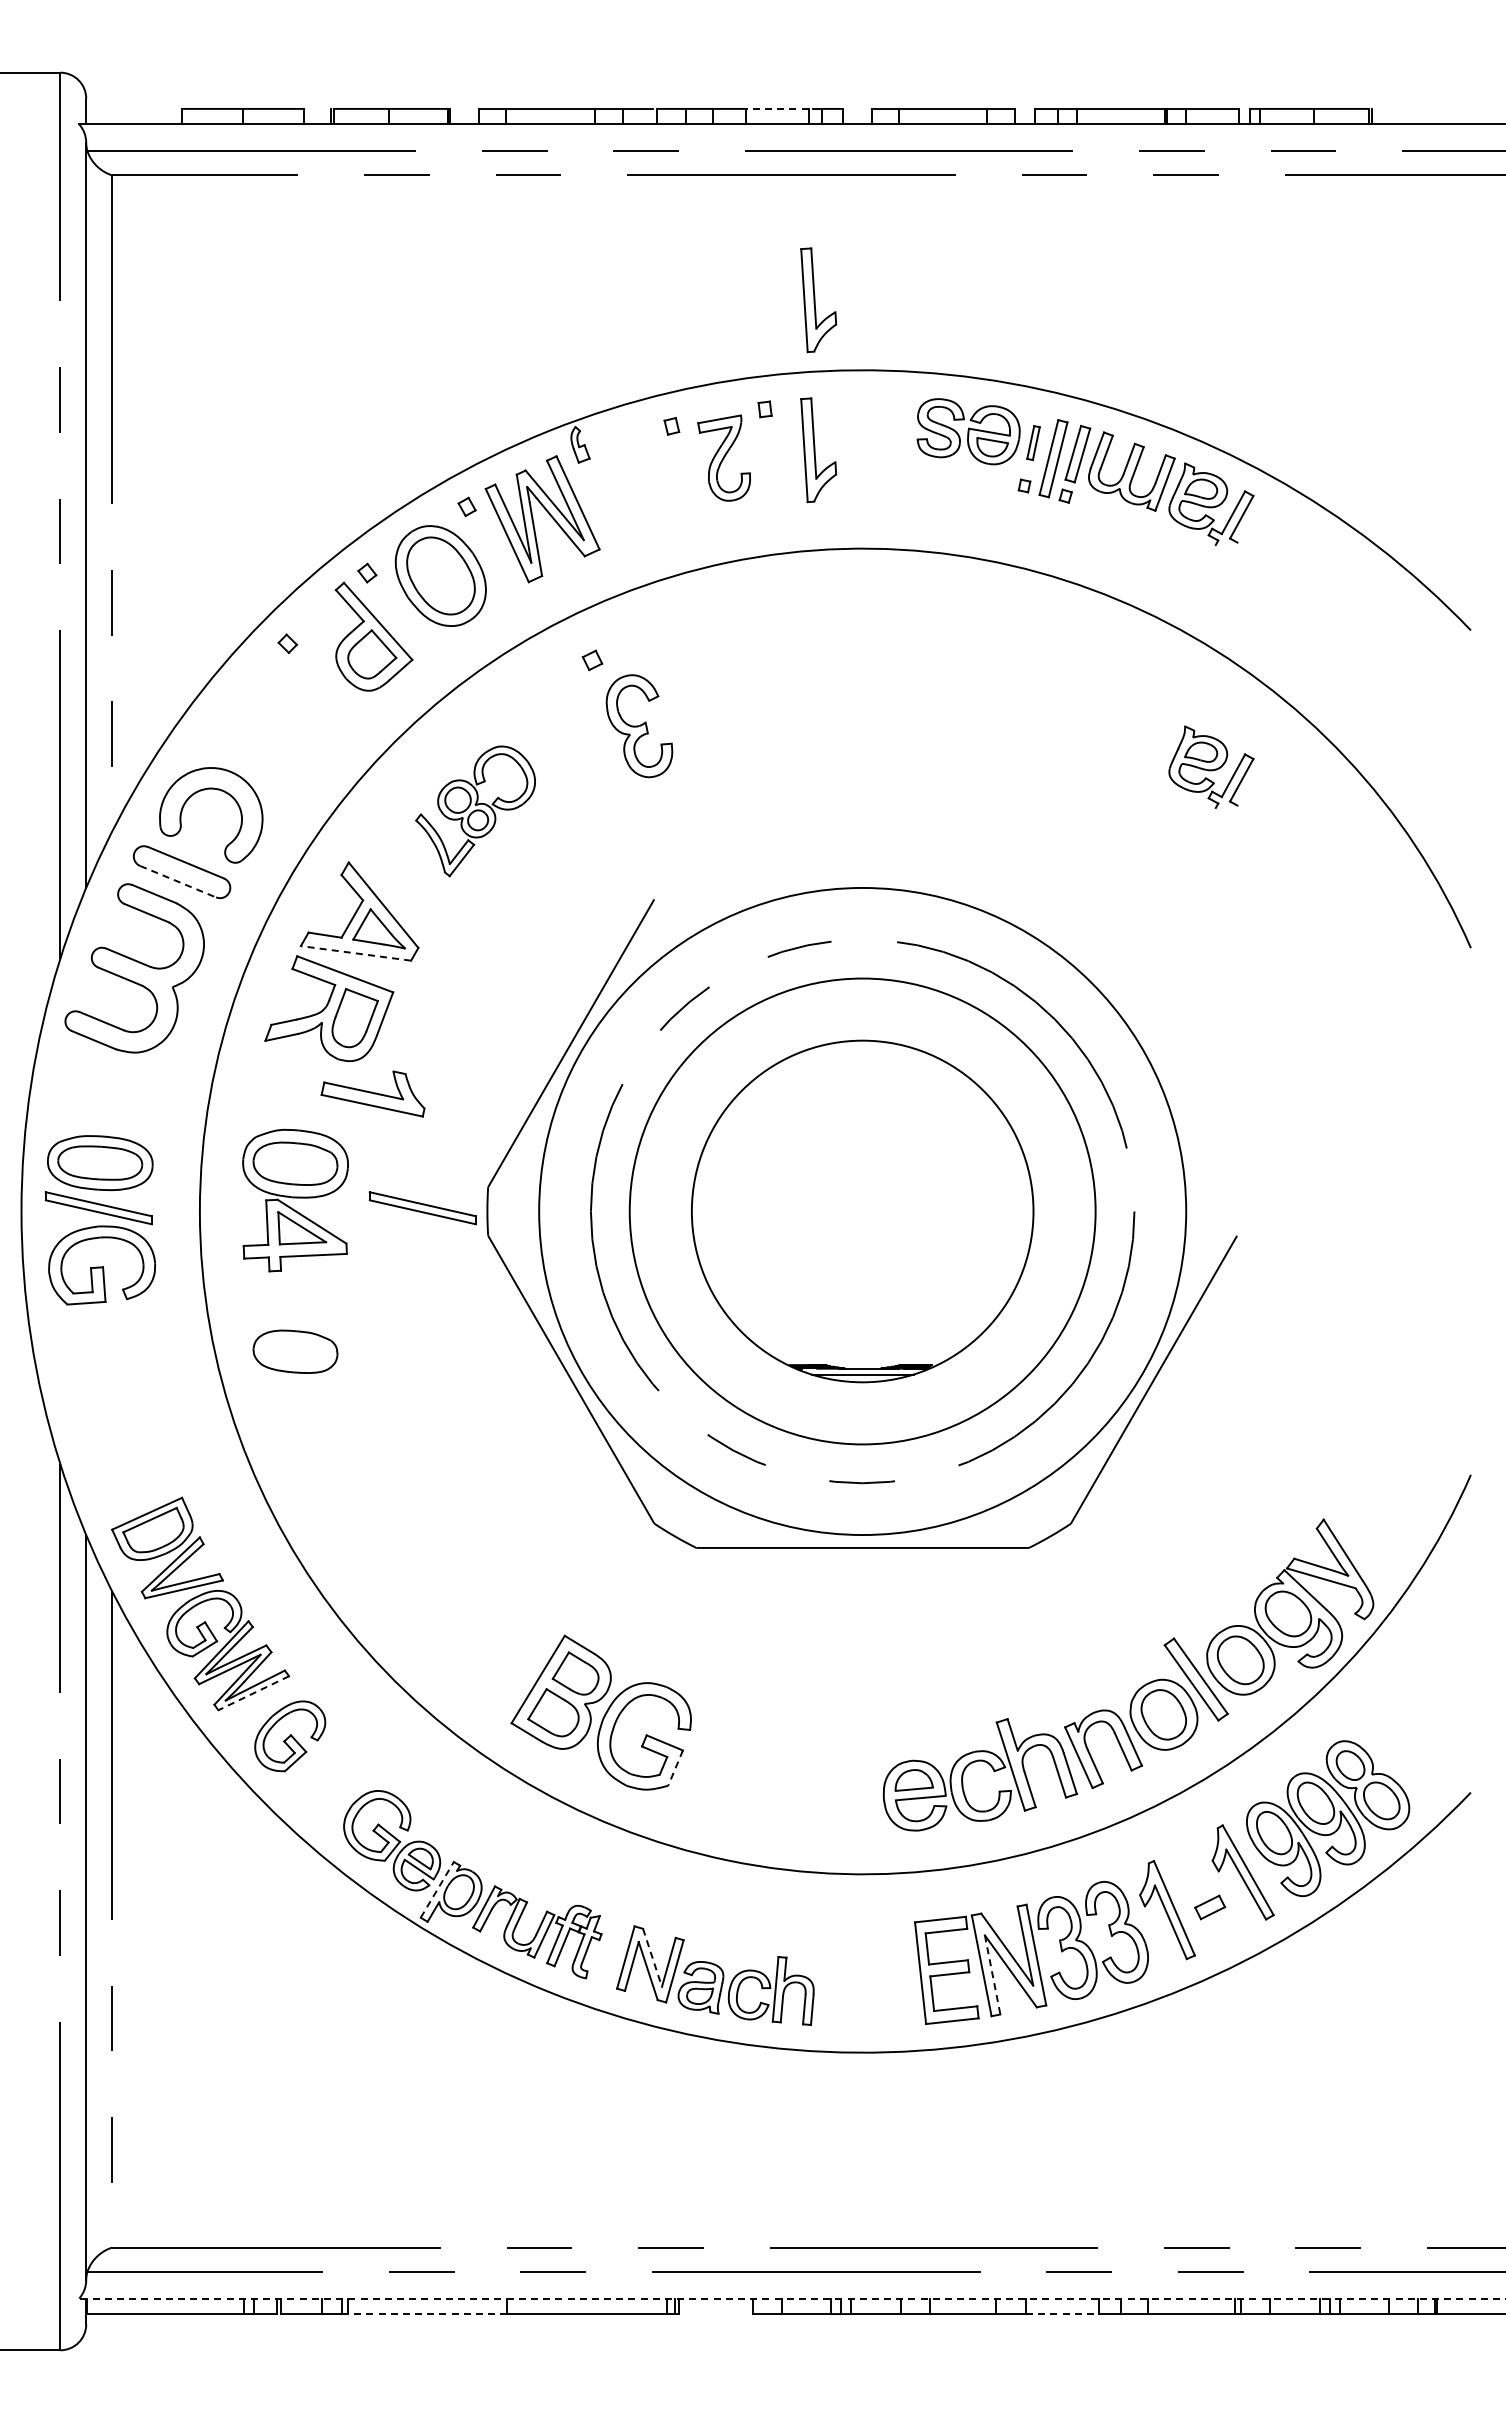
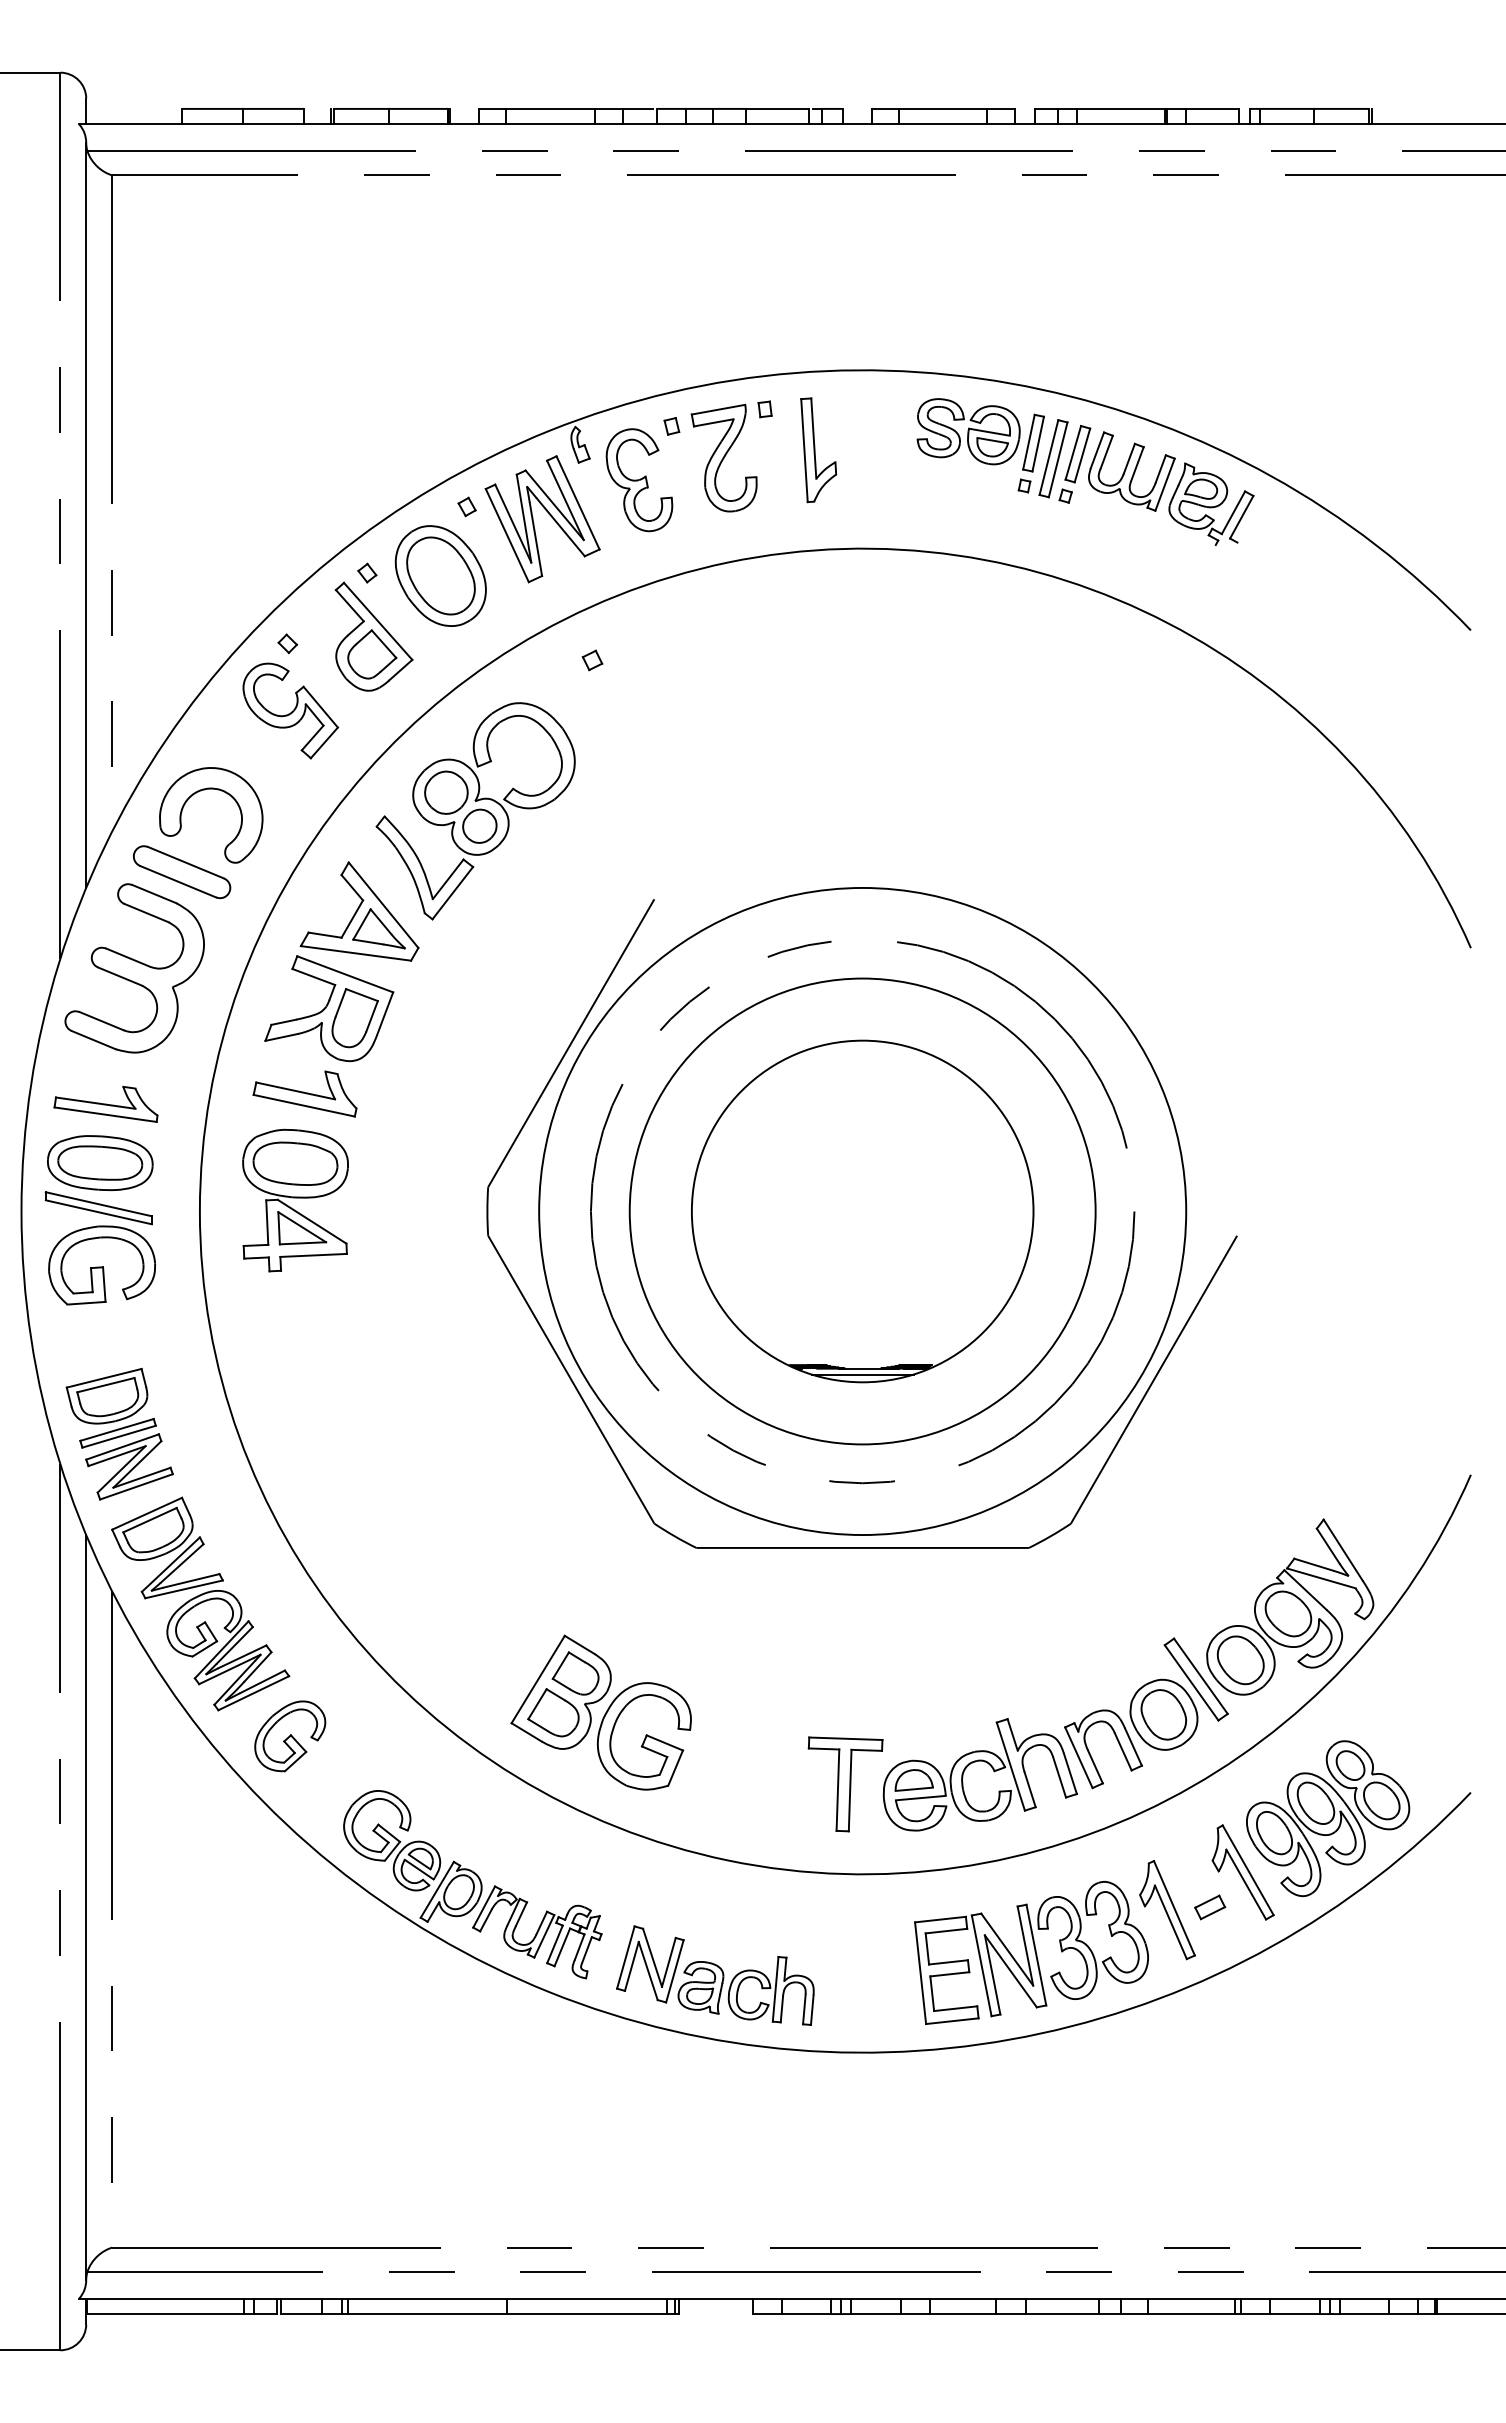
line at (777, 108): dashed -> solid
part at (818, 300): present -> none
part at (1033, 443) size: 15x37 px -> 23x60 px
part at (723, 457) size: 54x88 px -> 68x110 px
part at (290, 710): none -> present
part at (639, 726) position: (639, 726) -> (639, 480)
part at (1211, 766): present -> none
part at (475, 811) size: 121x133 px -> 201x219 px
line at (178, 881): dashed -> solid
line at (355, 953): dashed -> solid
part at (372, 1093) position: (372, 1093) -> (304, 1093)
part at (105, 1104): none -> present
part at (422, 1208): present -> none
part at (295, 1351): present -> none
part at (119, 1434): none -> present
line at (253, 1693): dashed -> solid
line at (675, 1768): dashed -> solid
part at (845, 1784): none -> present
line at (437, 1889): dashed -> solid
line at (652, 1957): dashed -> solid
line at (992, 1975): dashed -> solid
line at (792, 2298): dashed -> solid
line at (427, 2314): dashed -> solid
line at (1062, 2314): dashed -> solid
